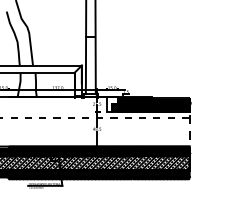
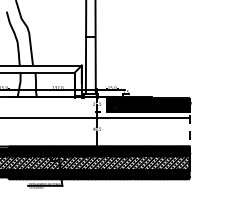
hatch at (111, 103): none -> present
line at (94, 117): dashed -> solid
